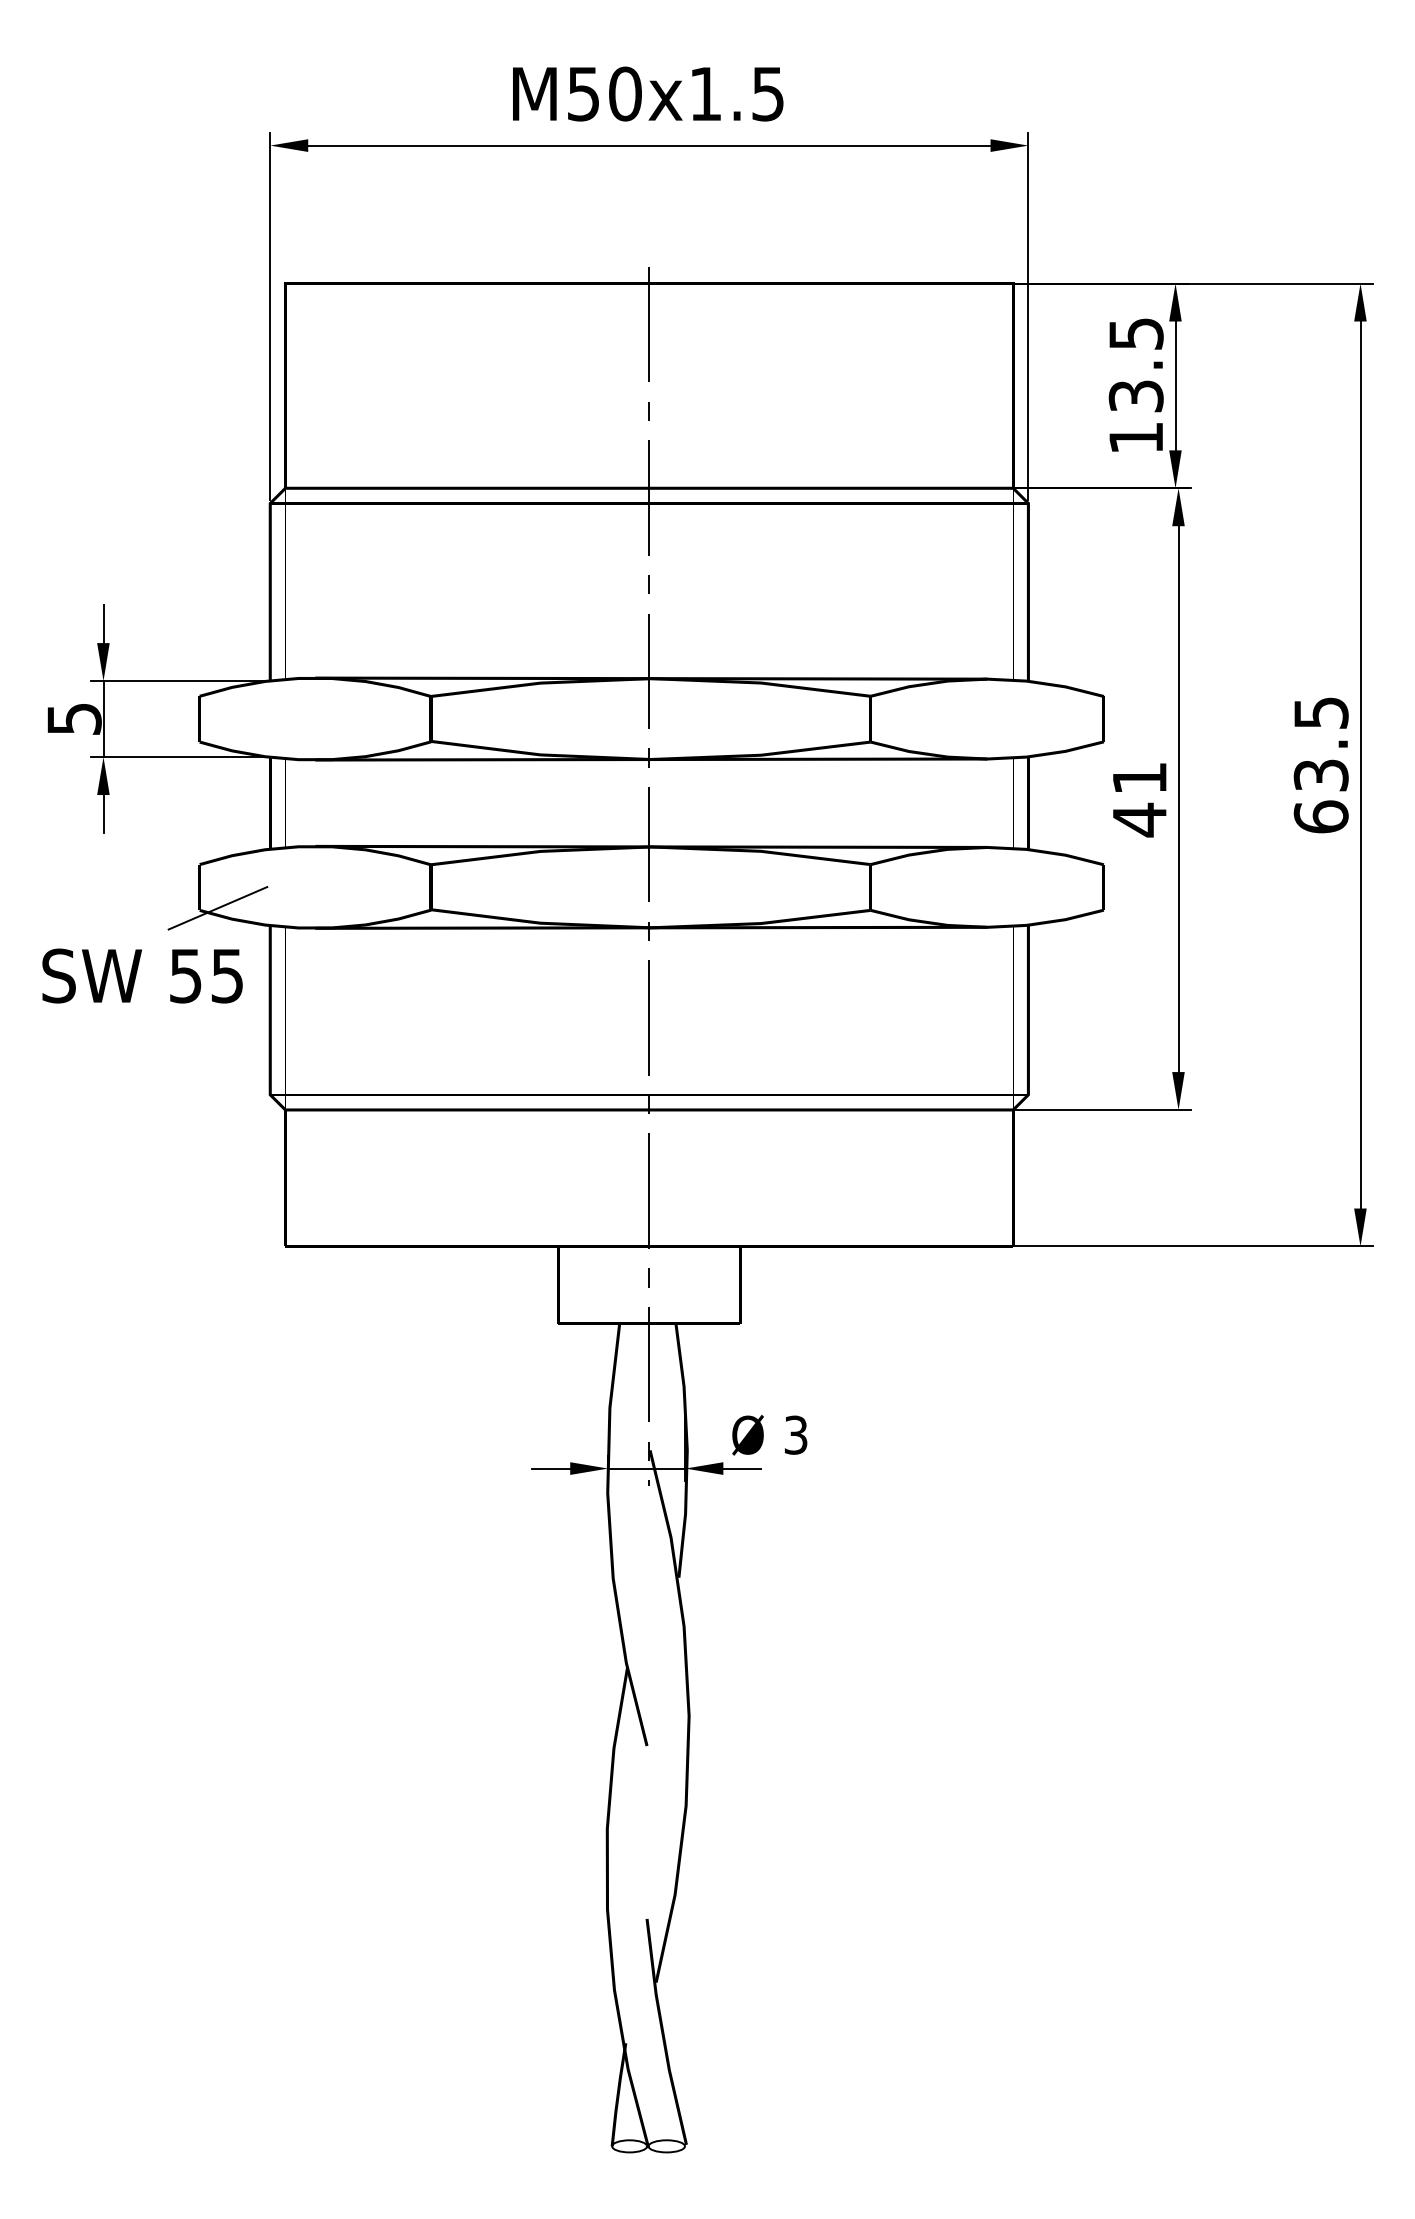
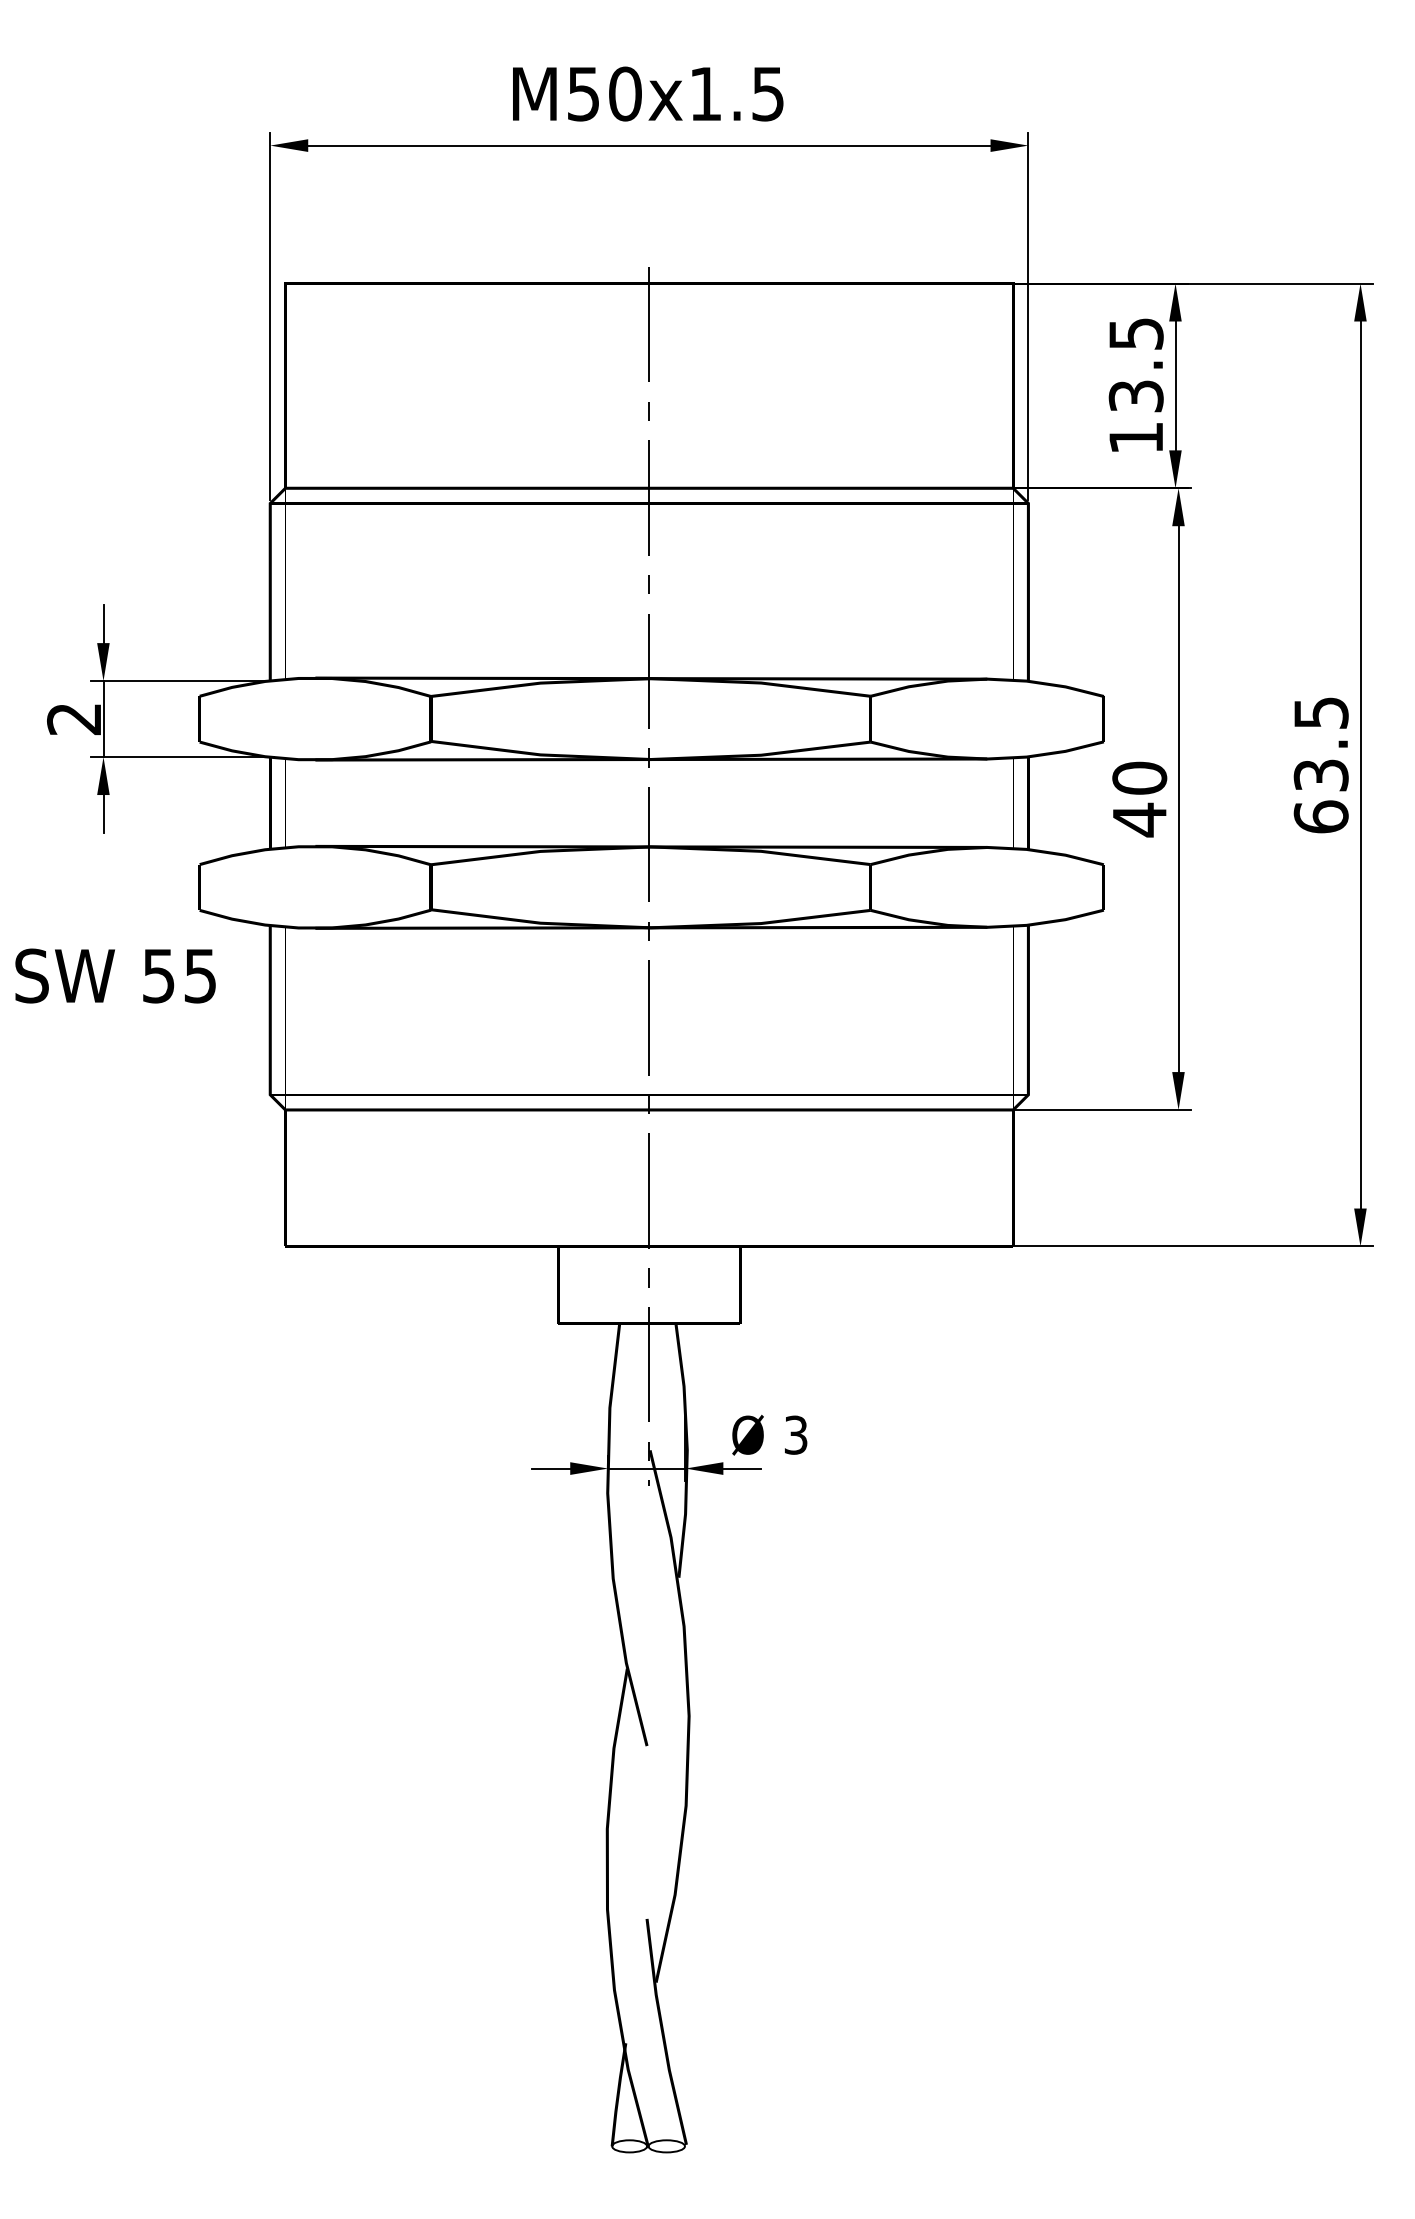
text at (74, 719): 5 -> 2
text at (1139, 777): 41 -> 40
line at (217, 908): present -> none
text at (142, 975) position: (142, 975) -> (115, 975)
